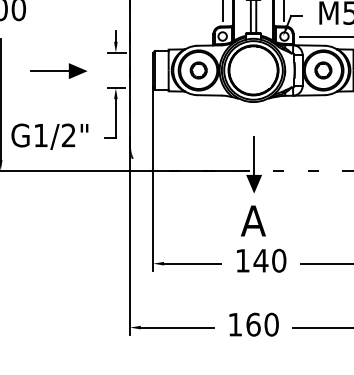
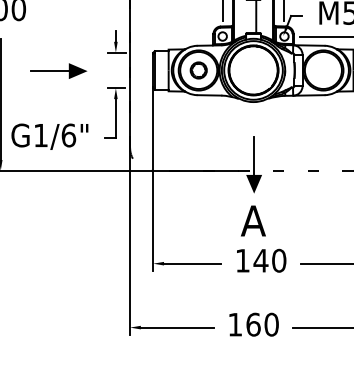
line at (250, 17): present -> none
circle at (323, 70): present -> none
text at (68, 135): G1/2" -> G1/6"
